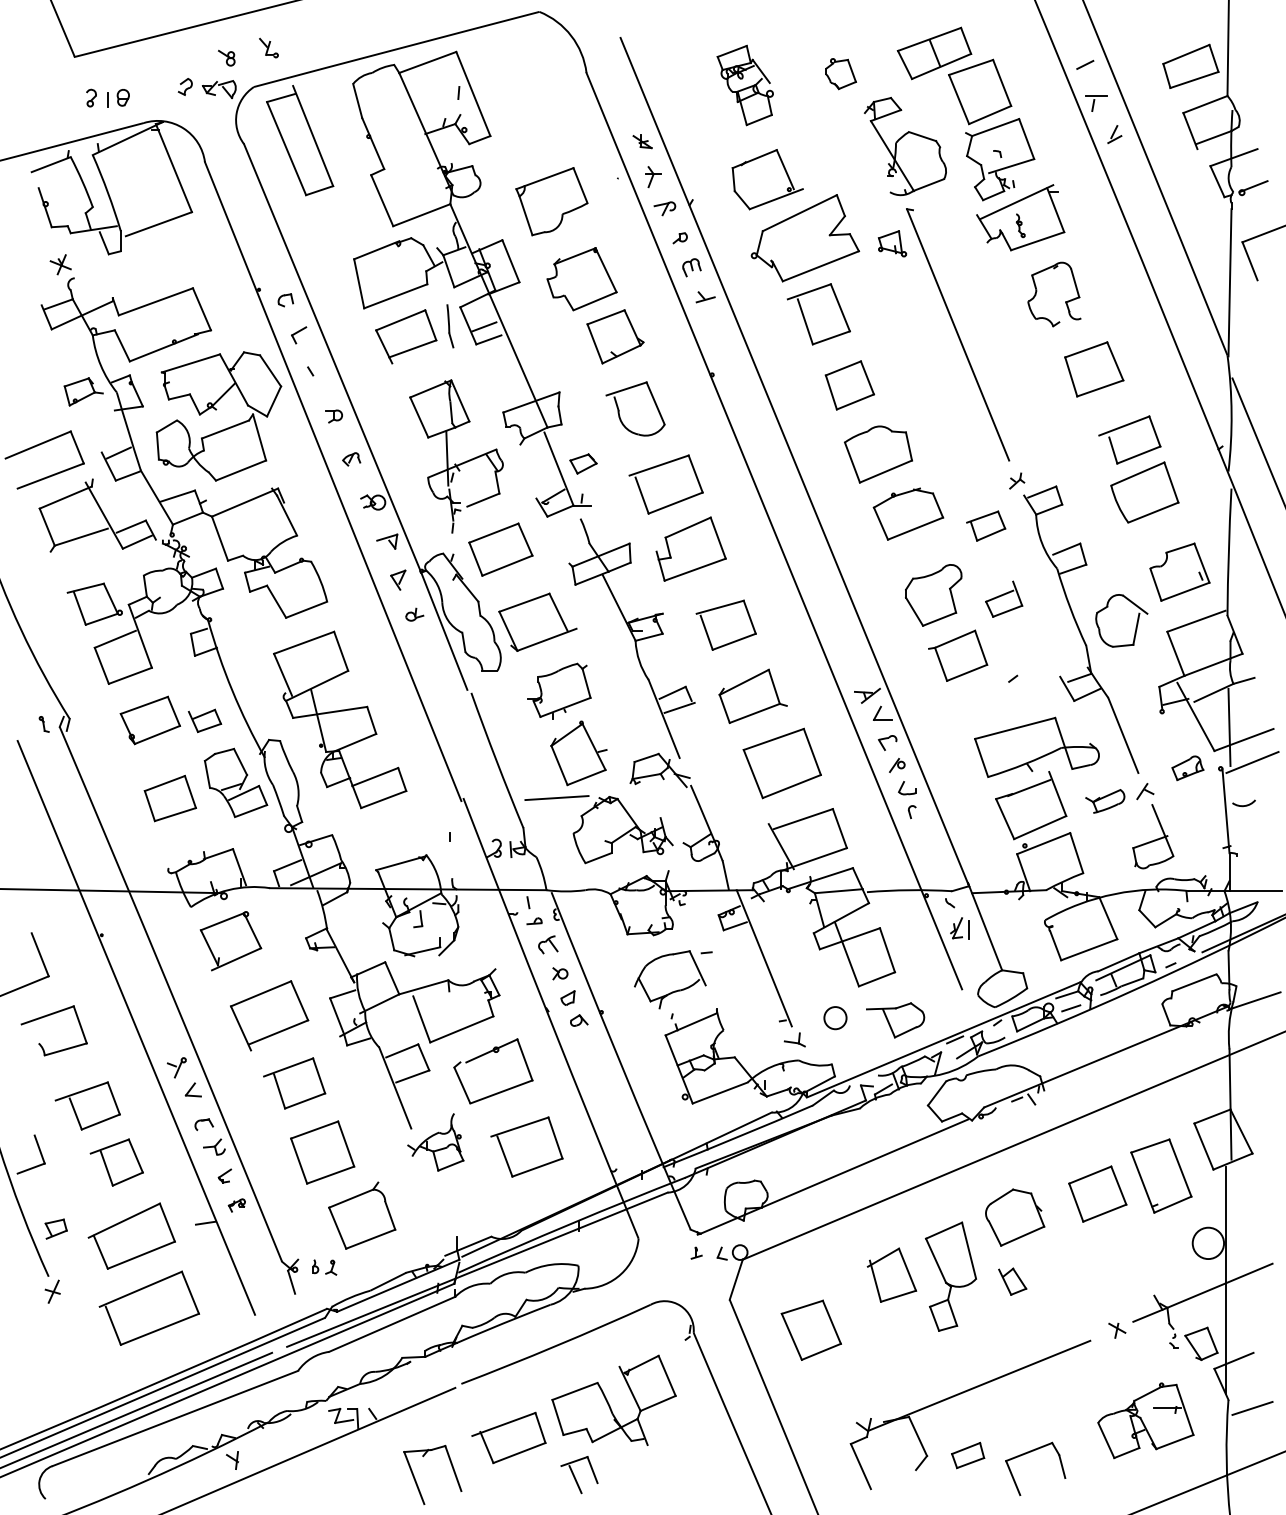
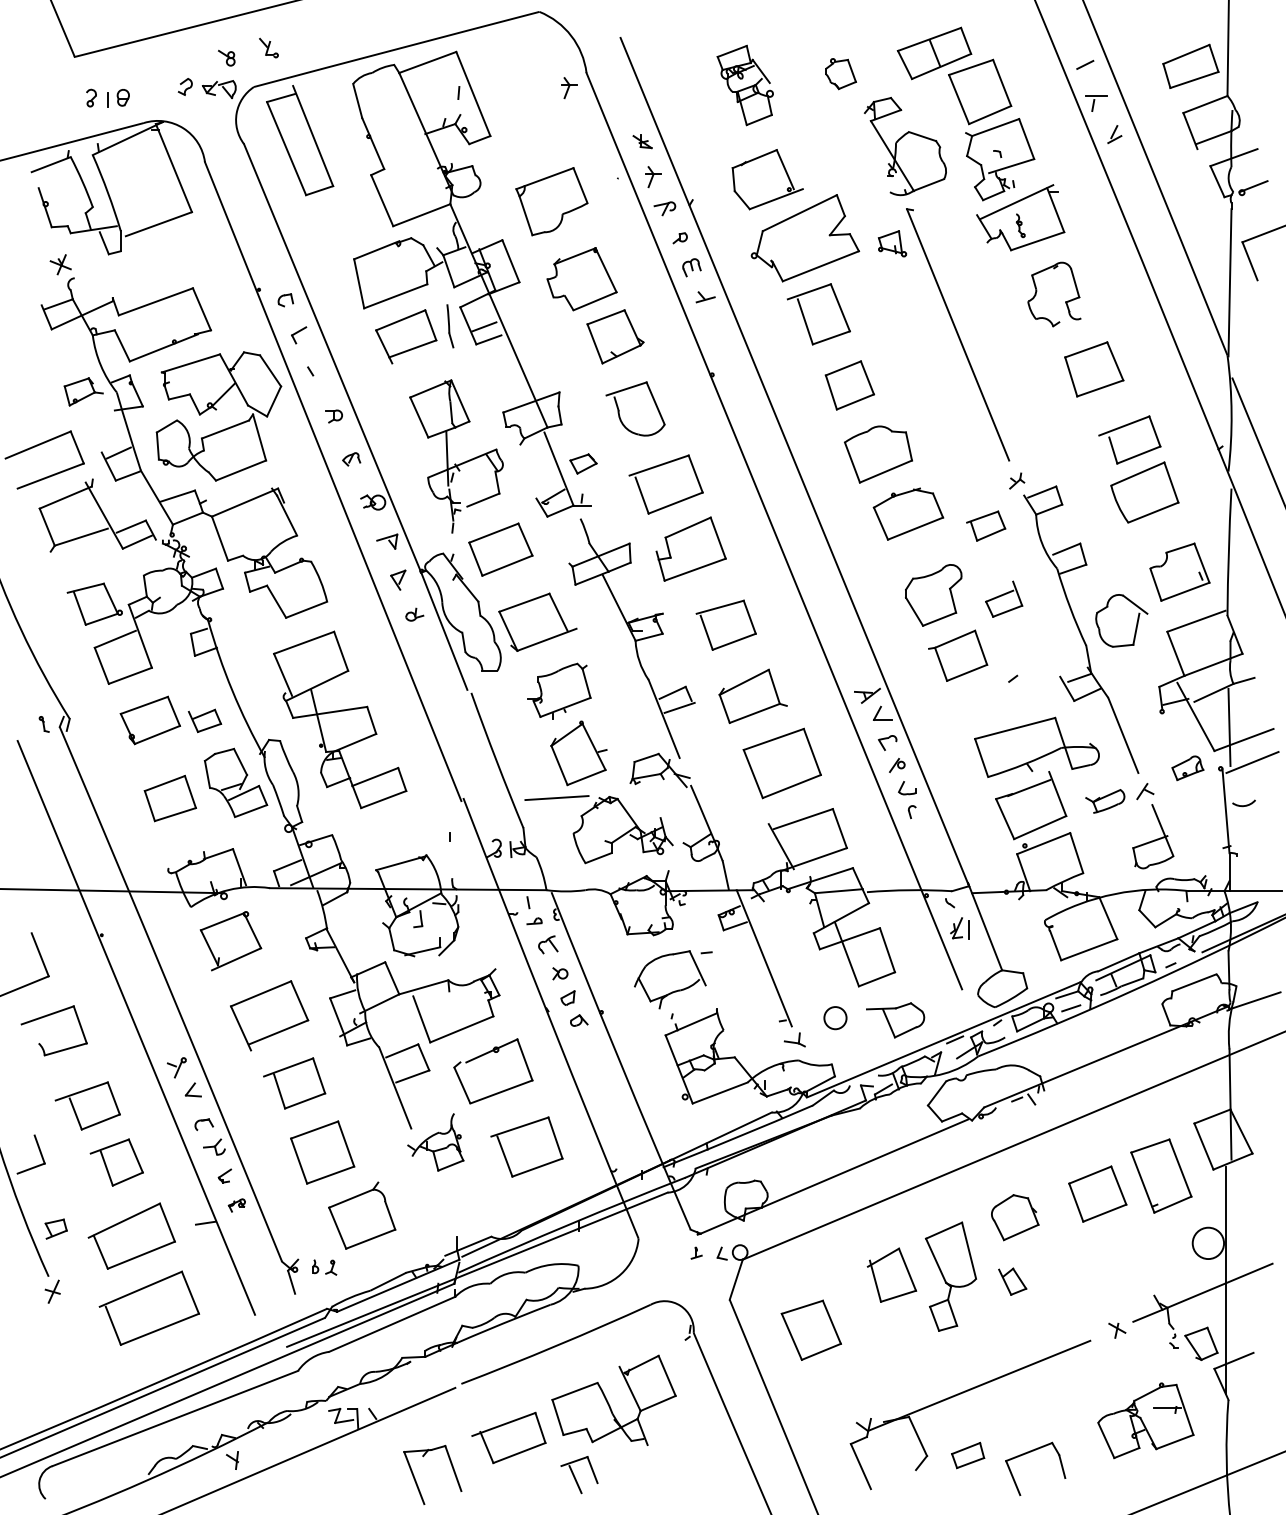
part at (569, 88): none -> present
part at (1015, 1217) size: 61x59 px -> 49x48 px
line at (1252, 1407): present -> none
line at (137, 1409): present -> none
